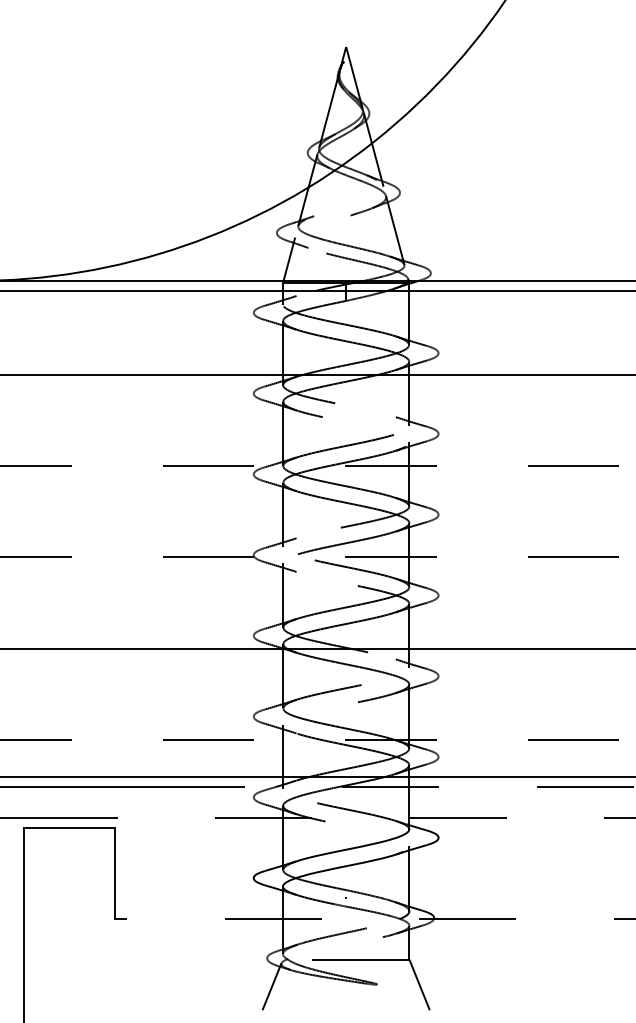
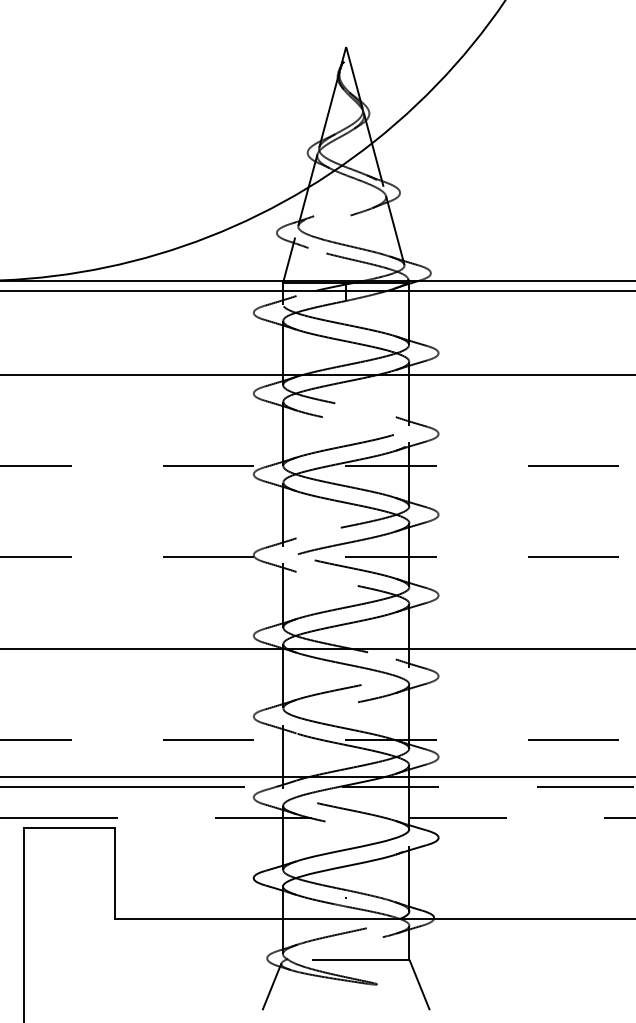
line at (374, 919): dashed -> solid
